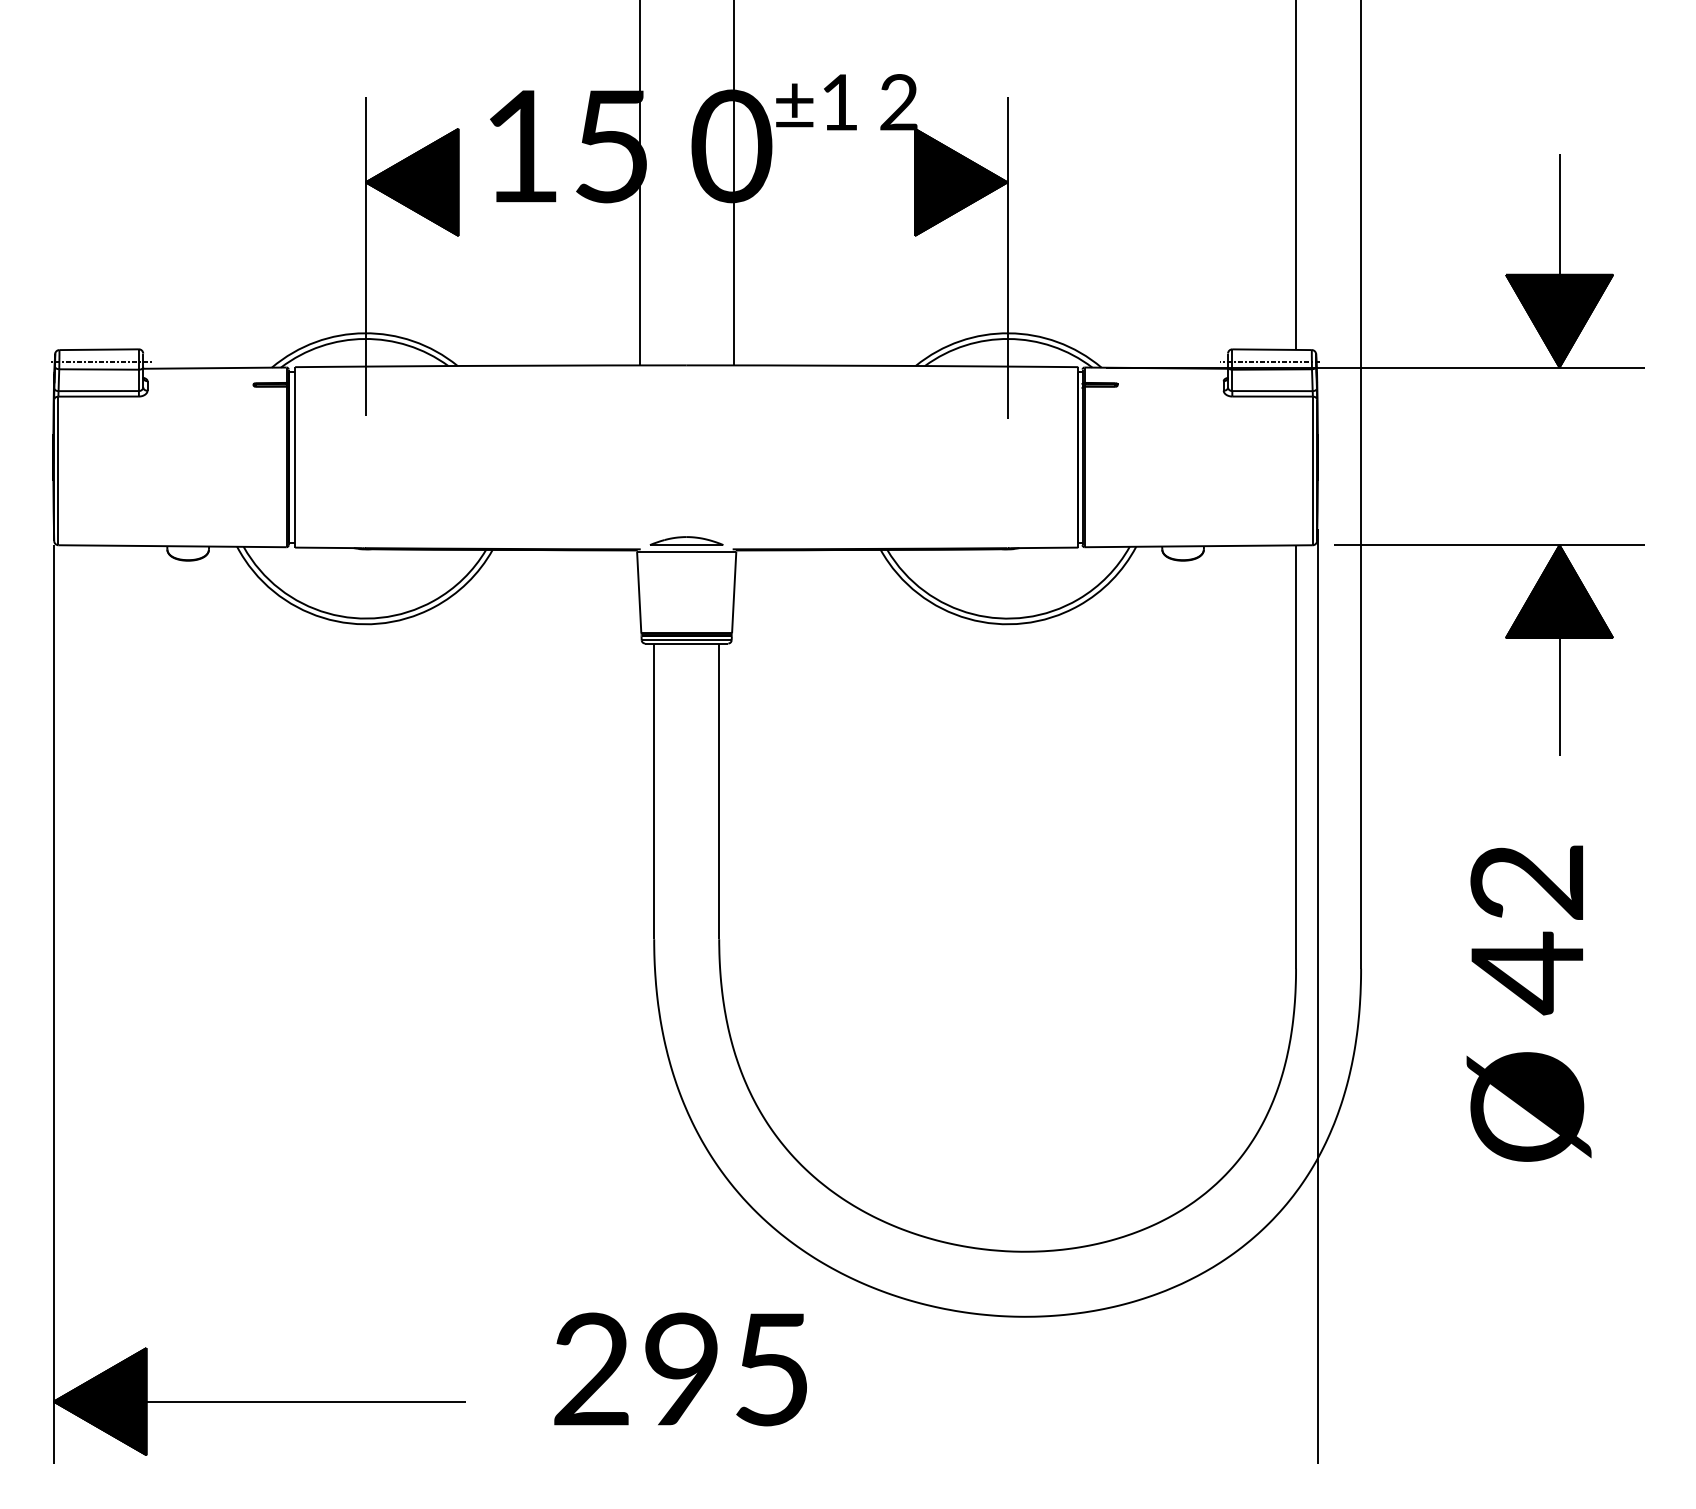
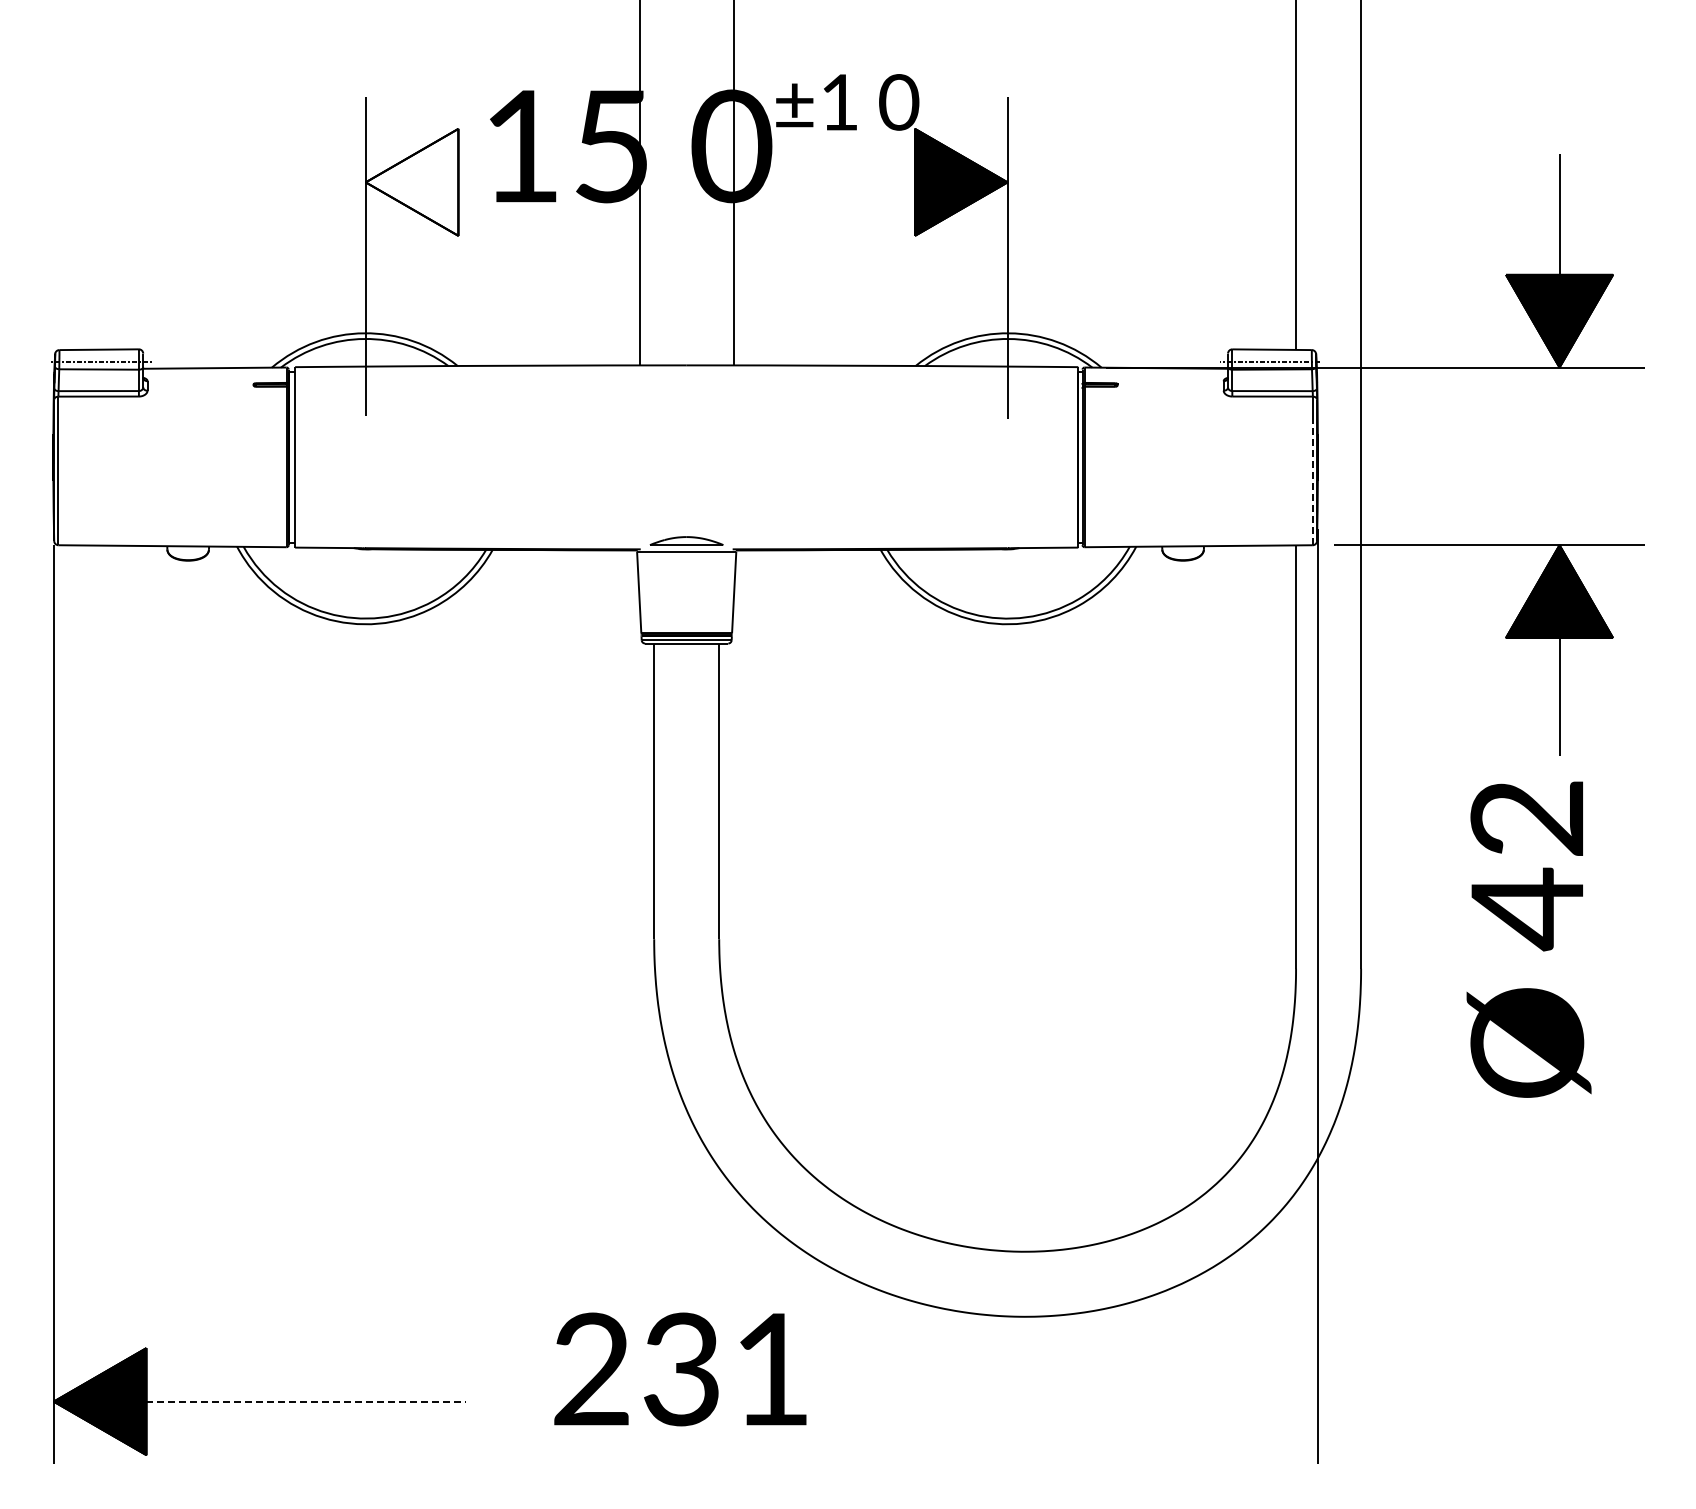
text at (899, 102): 2 -> 0
fill at (411, 181): present -> none
line at (1312, 482): solid -> dashed
text at (1528, 1003) position: (1528, 1003) -> (1528, 939)
text at (725, 1369): 295 -> 231
line at (306, 1401): solid -> dashed
